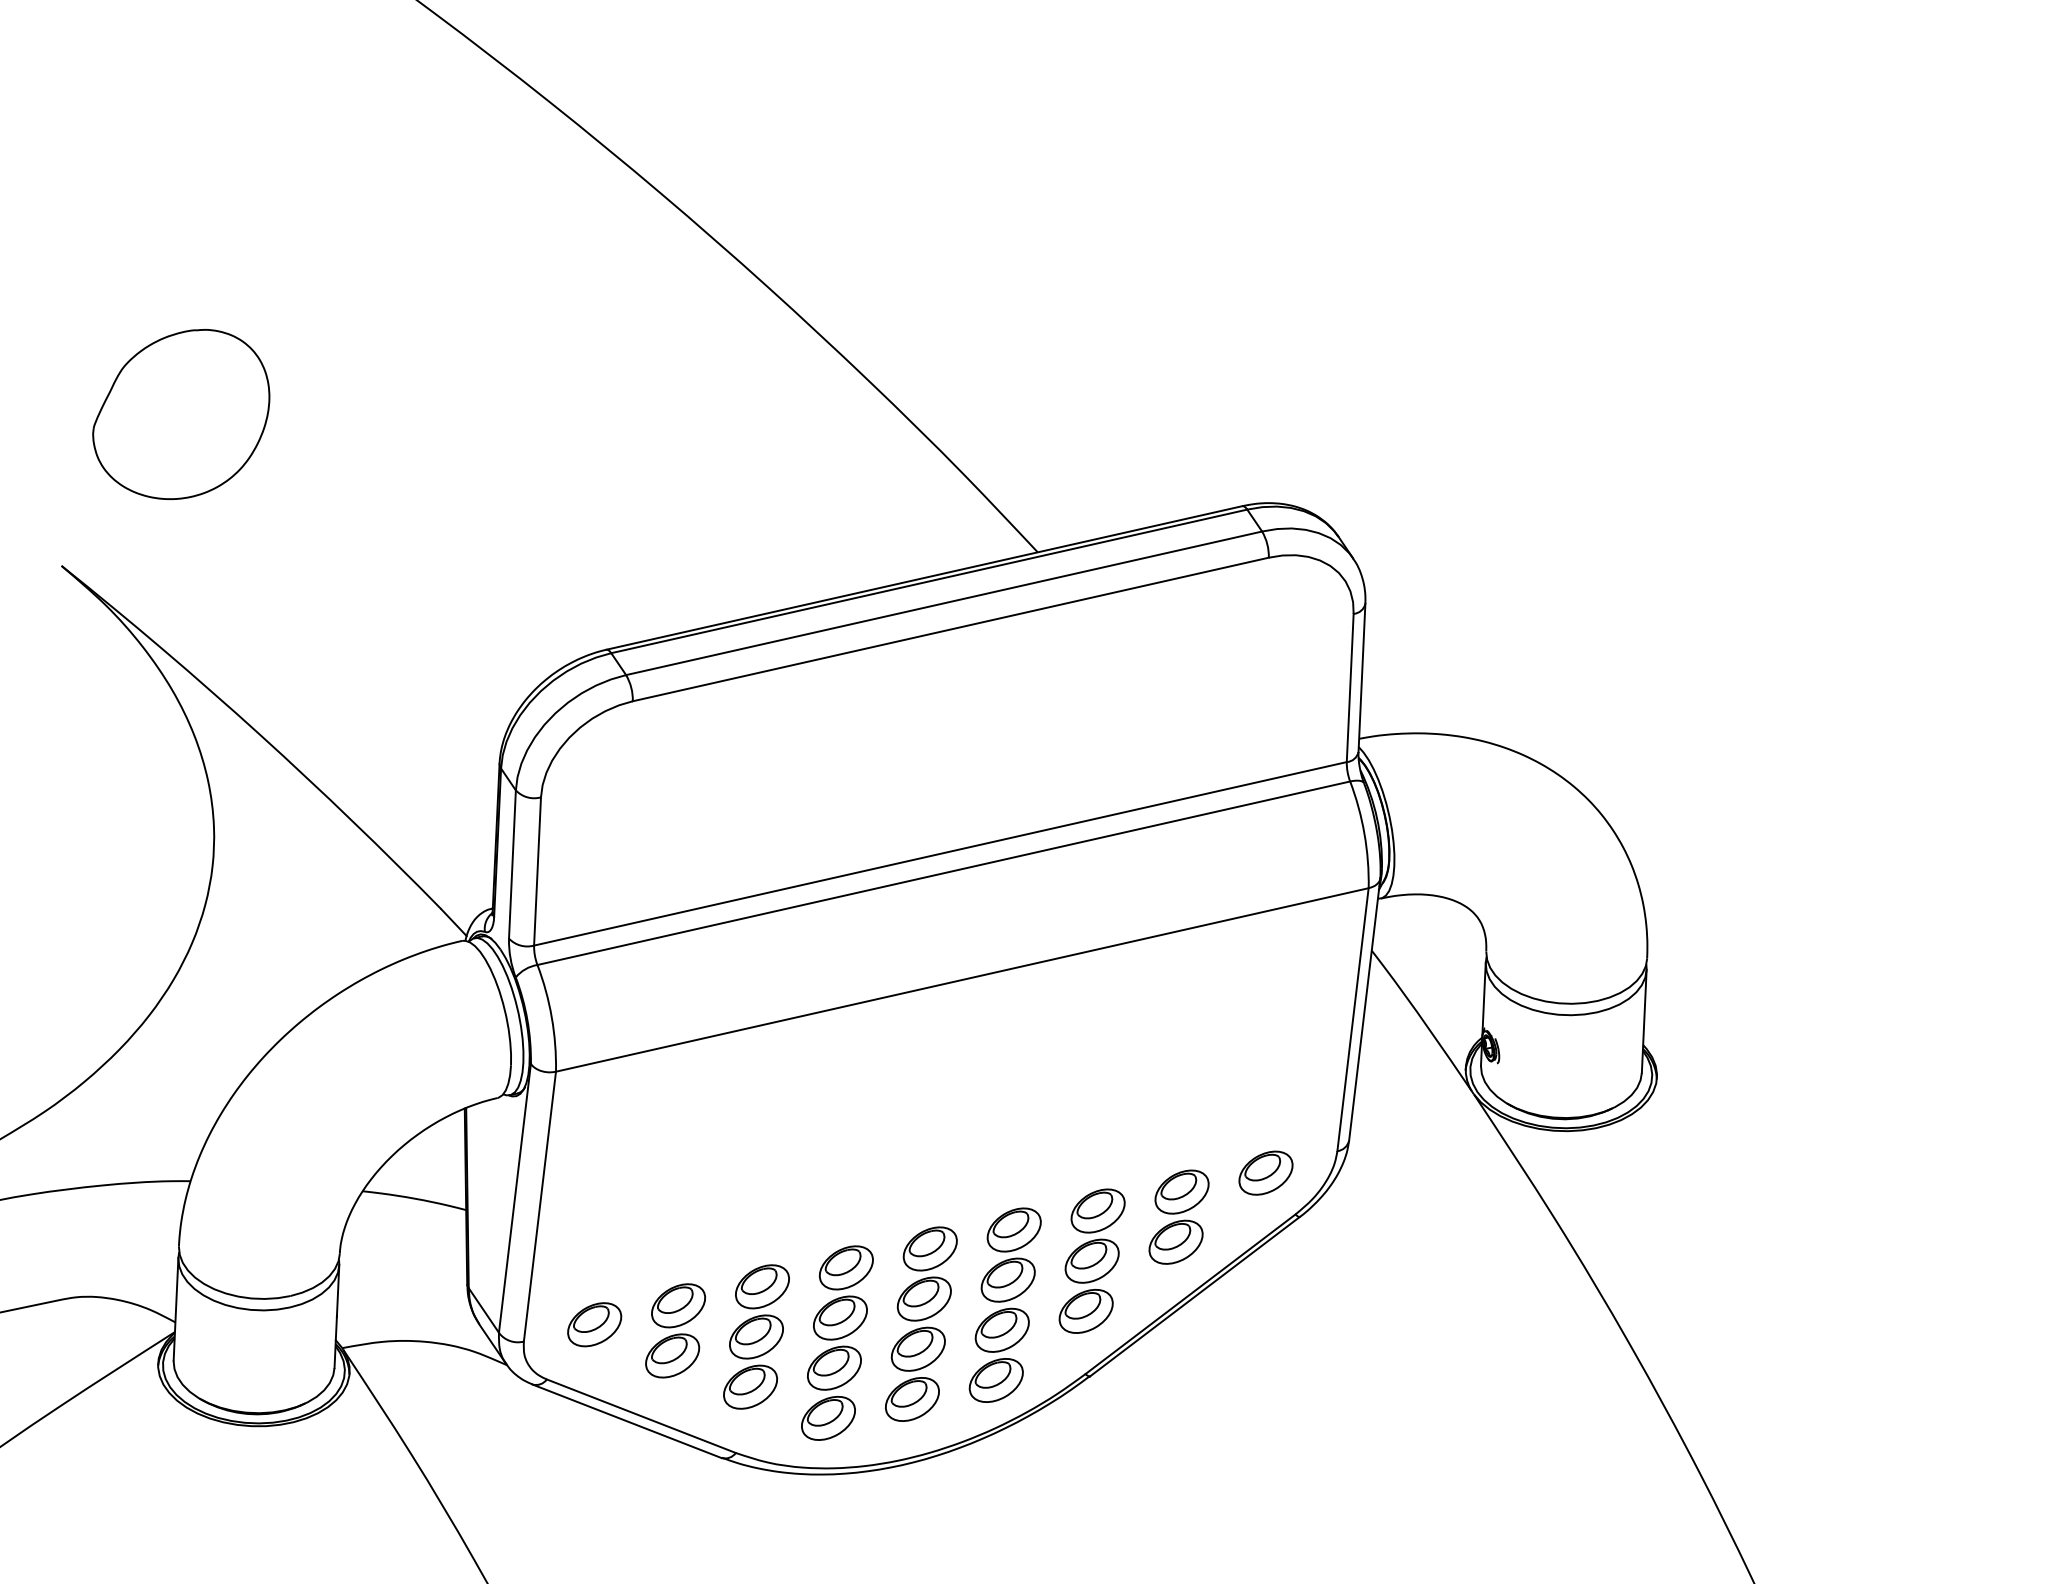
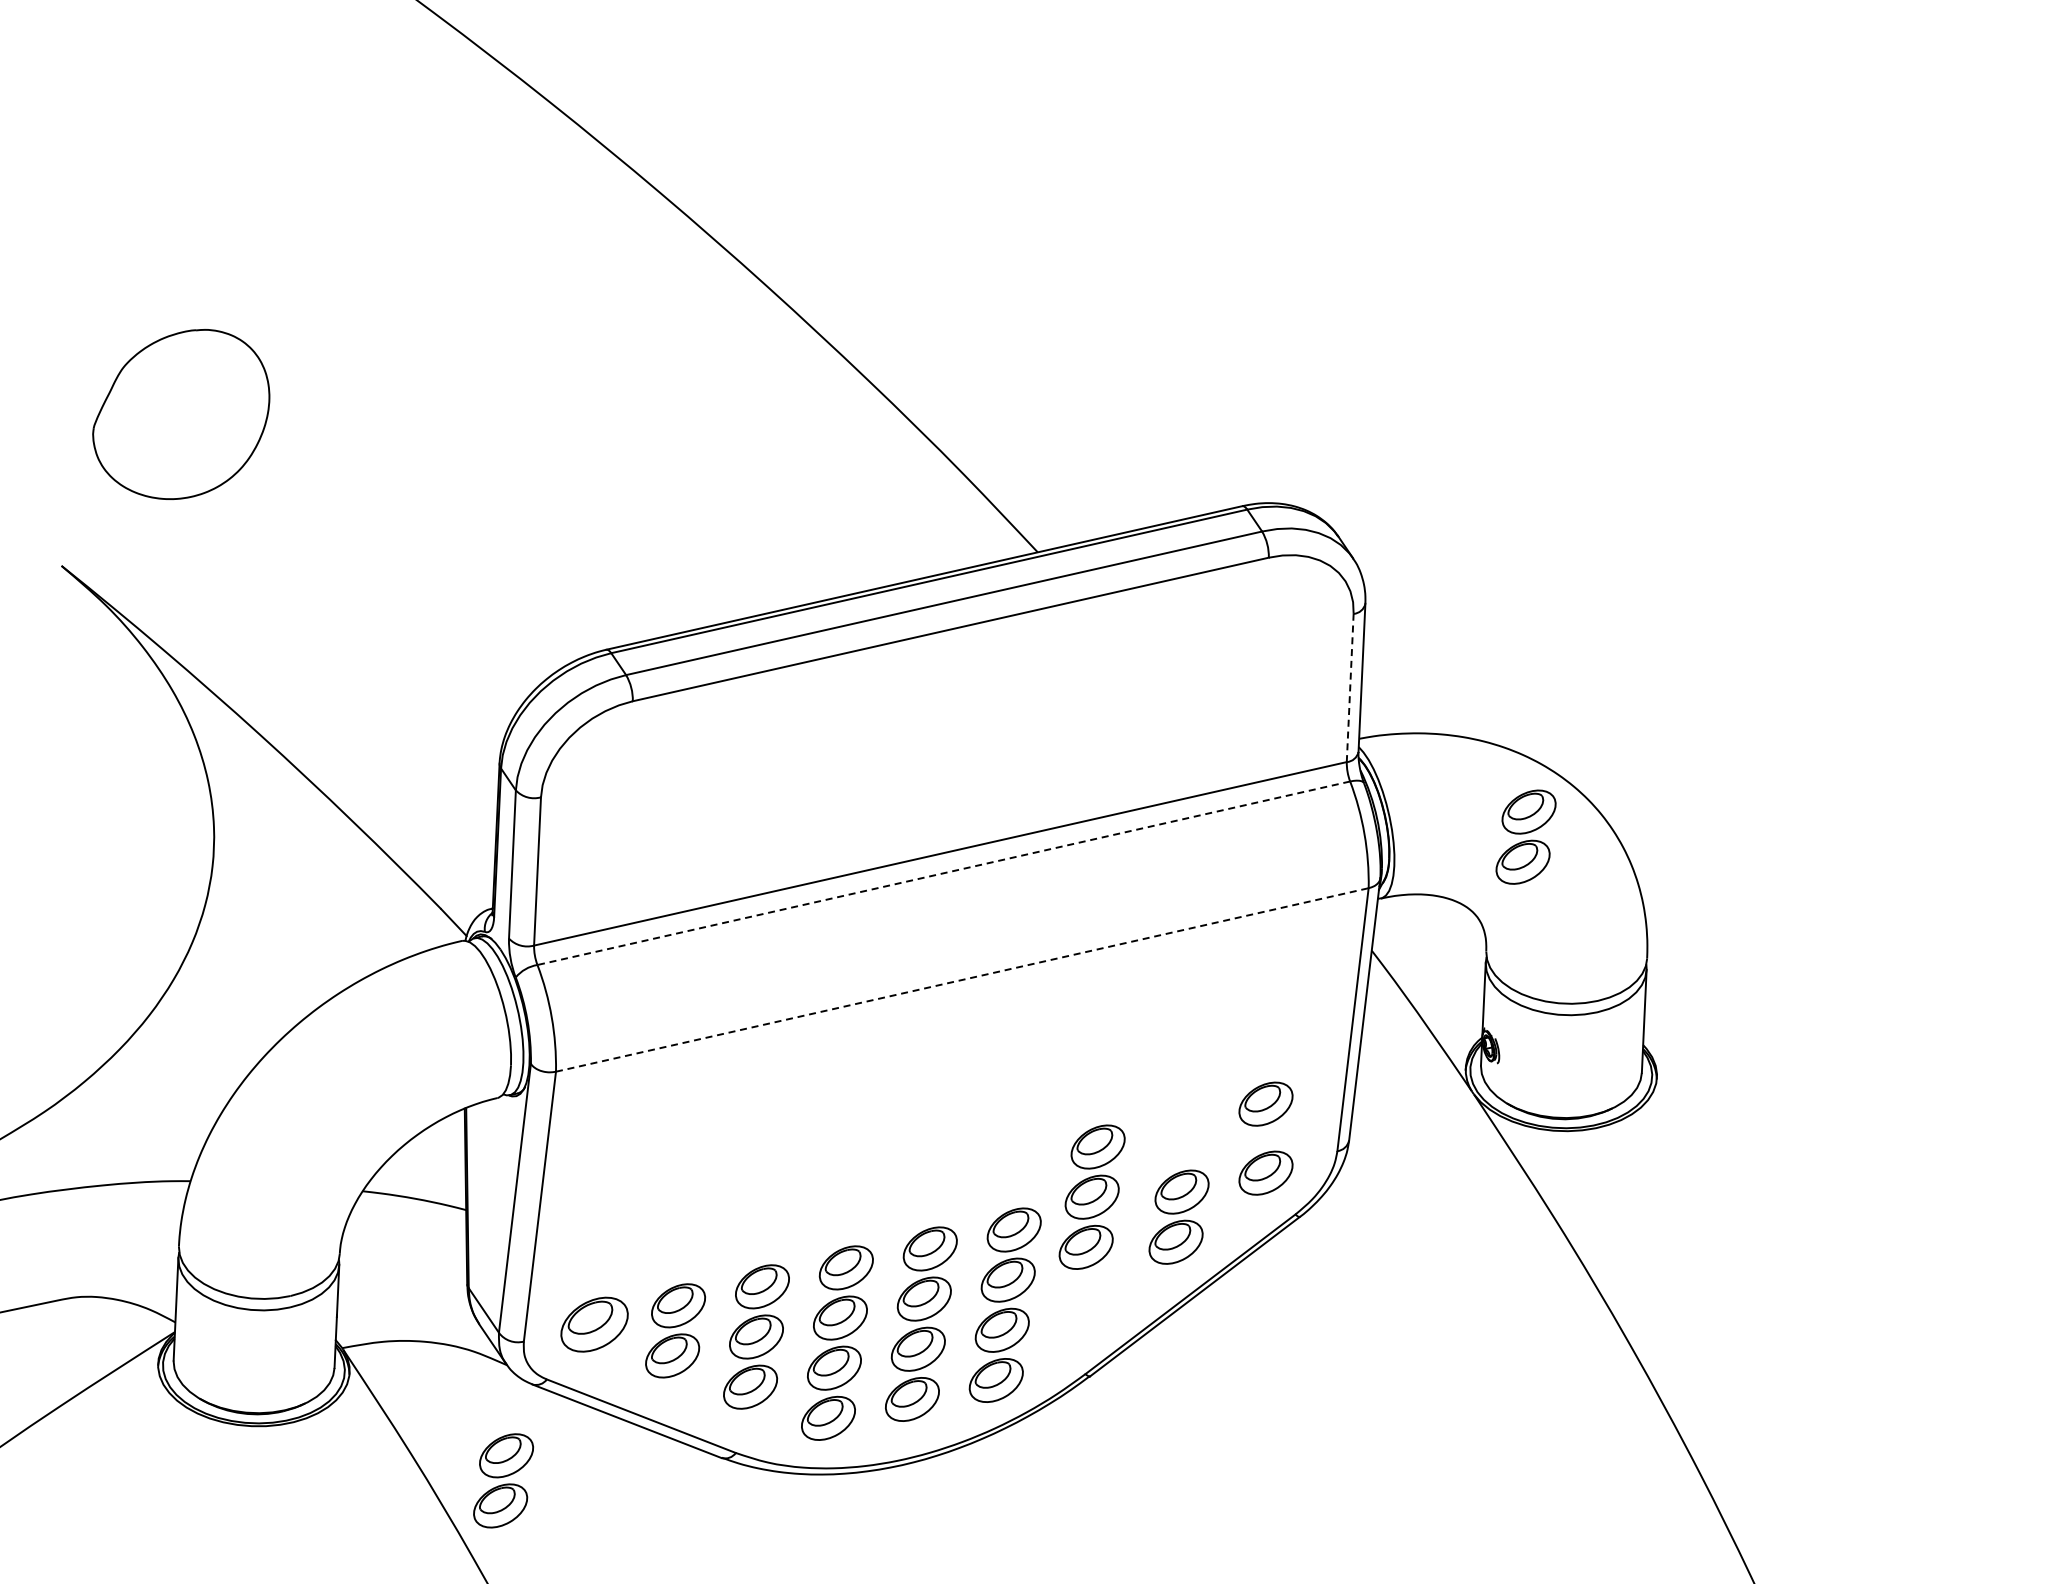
line at (1350, 687): solid -> dashed
part at (1525, 836): none -> present
line at (943, 873): solid -> dashed
line at (962, 979): solid -> dashed
part at (1265, 1103): none -> present
part at (1091, 1260) position: (1091, 1260) -> (1091, 1196)
part at (594, 1324) size: 56x46 px -> 69x57 px
part at (503, 1480): none -> present
